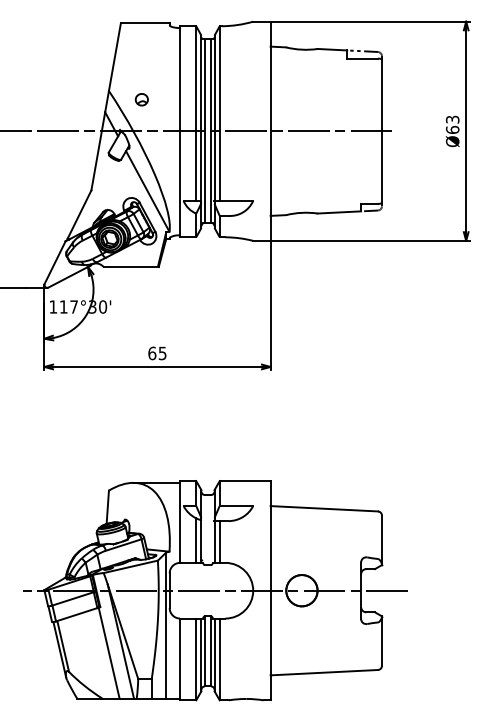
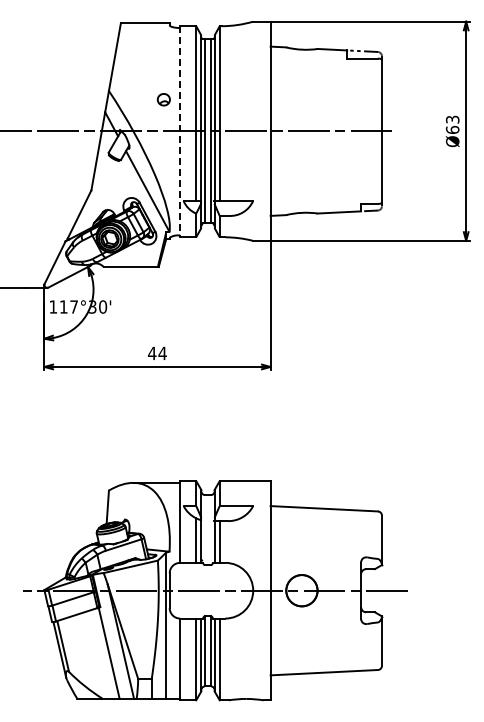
part at (141, 99) position: (141, 99) -> (163, 99)
line at (180, 131): solid -> dashed
text at (157, 353): 65 -> 44
